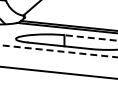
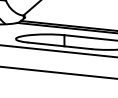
line at (91, 37): dashed -> solid
line at (58, 51): dashed -> solid
